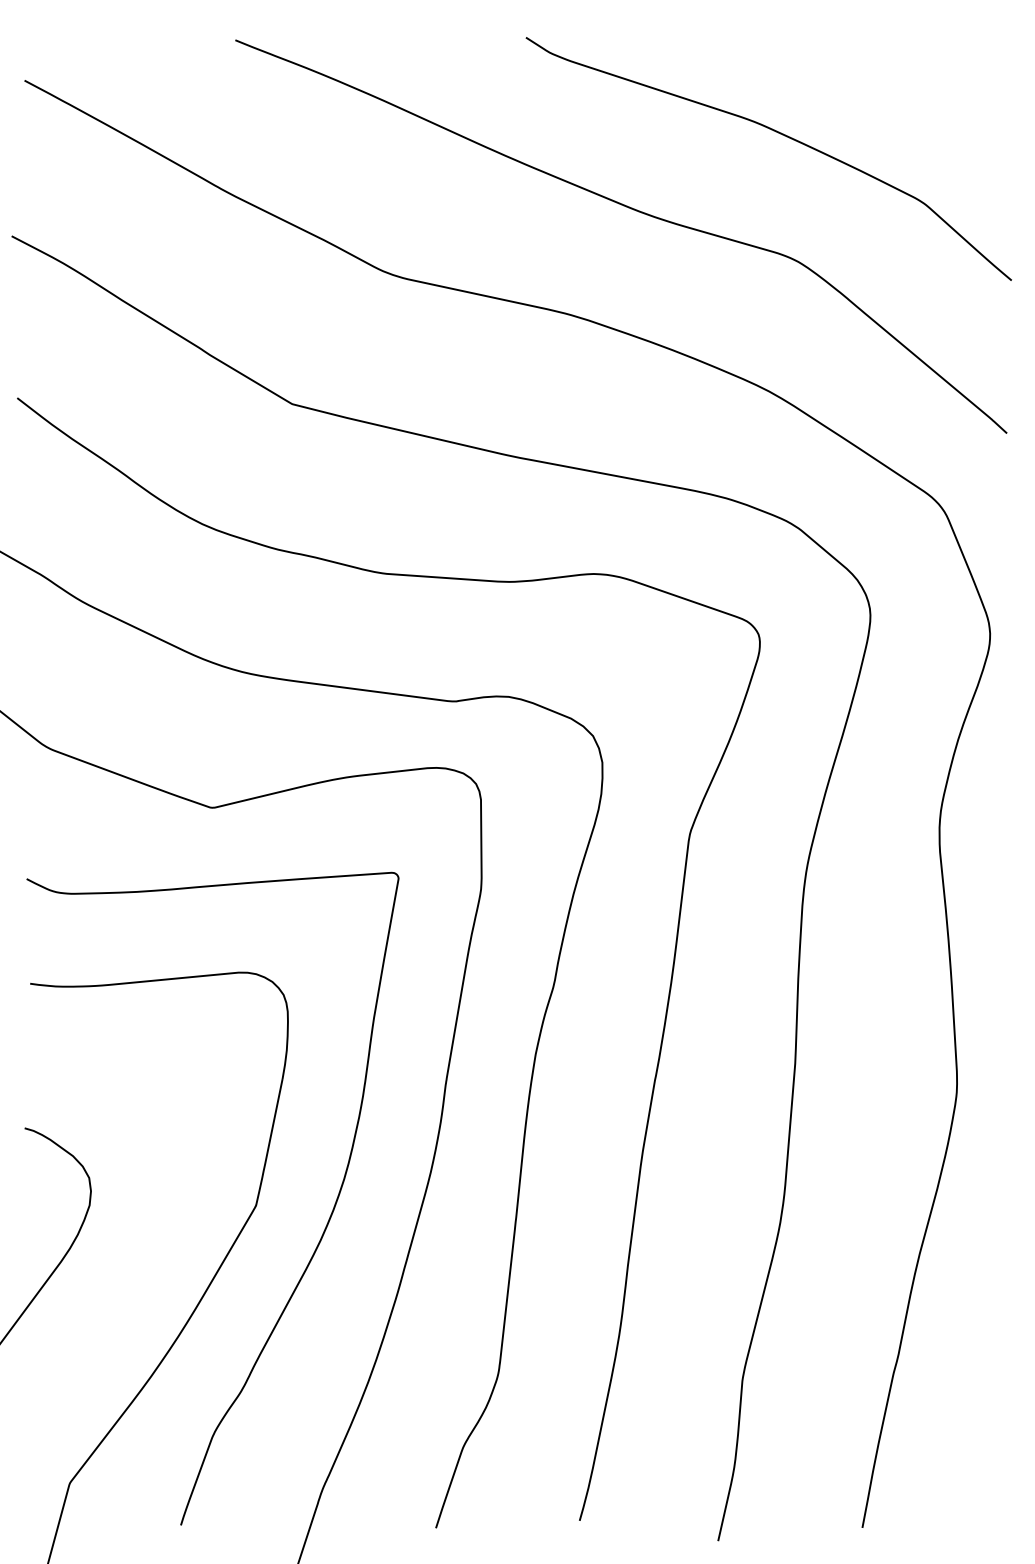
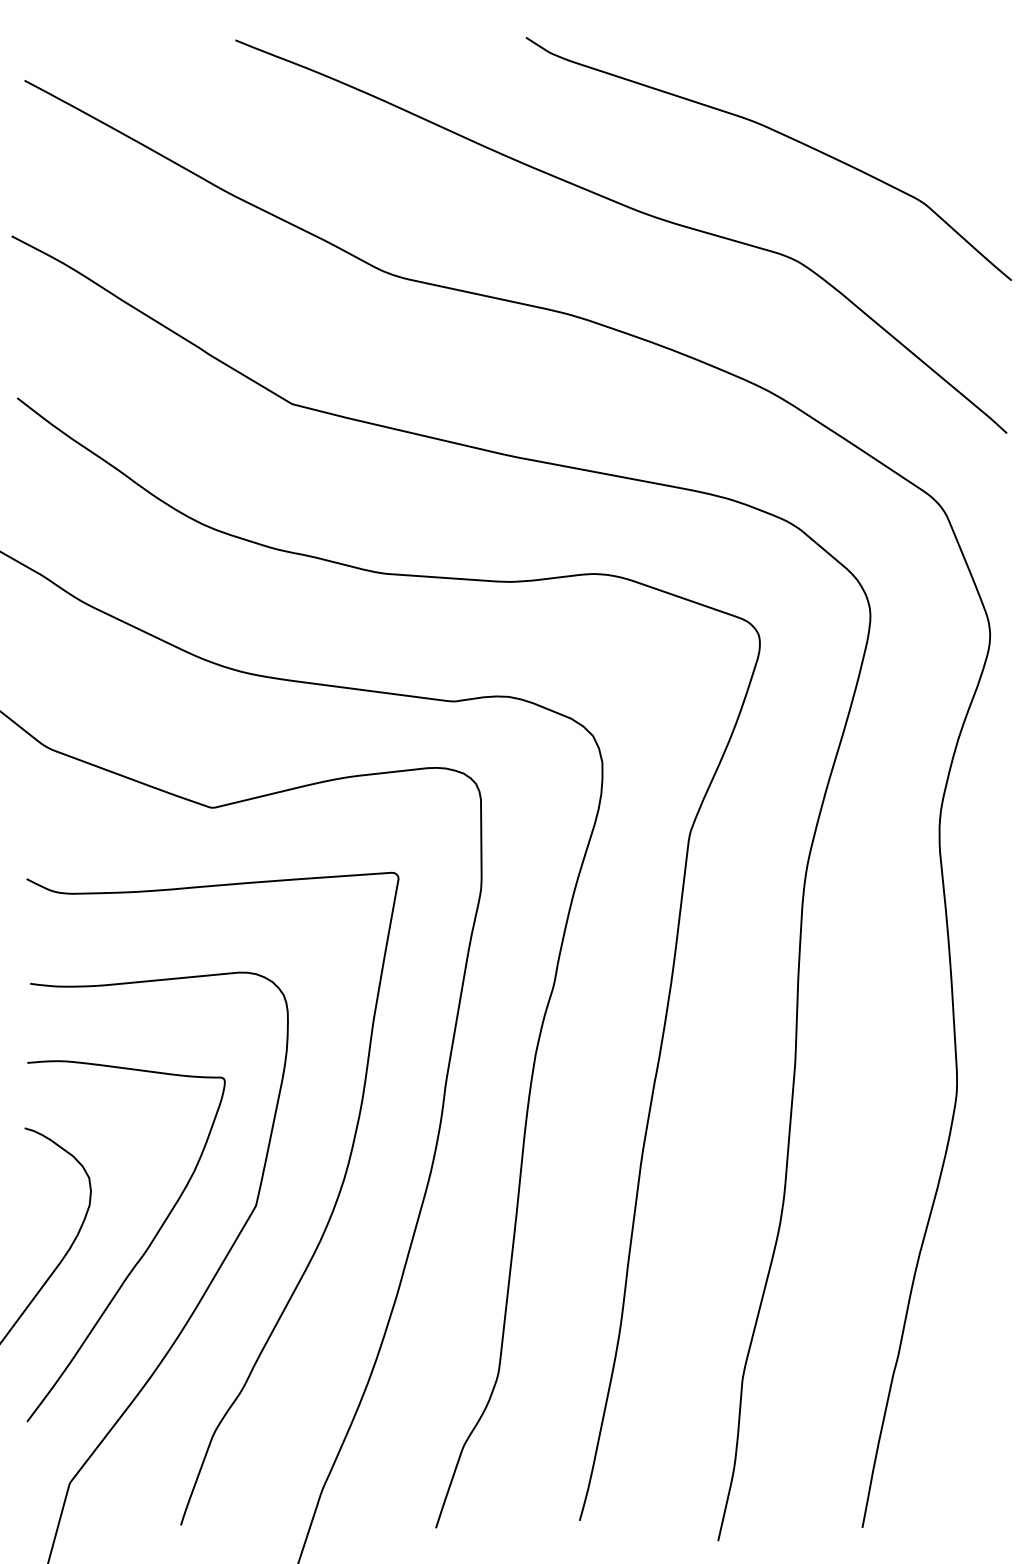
curve at (142, 1254): none -> present
